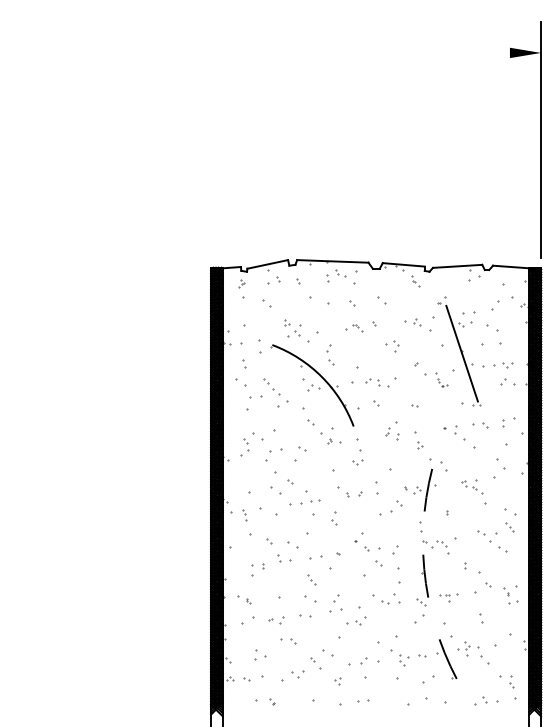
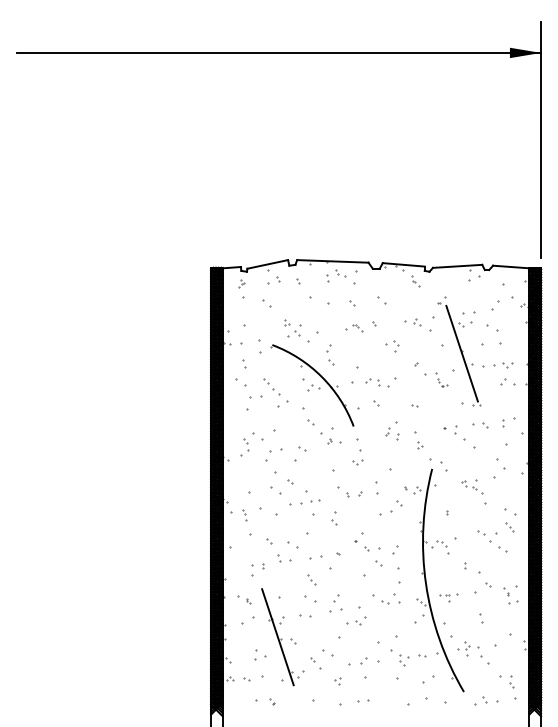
line at (278, 52): none -> present
arc at (425, 583): dashed -> solid
line at (277, 637): none -> present
